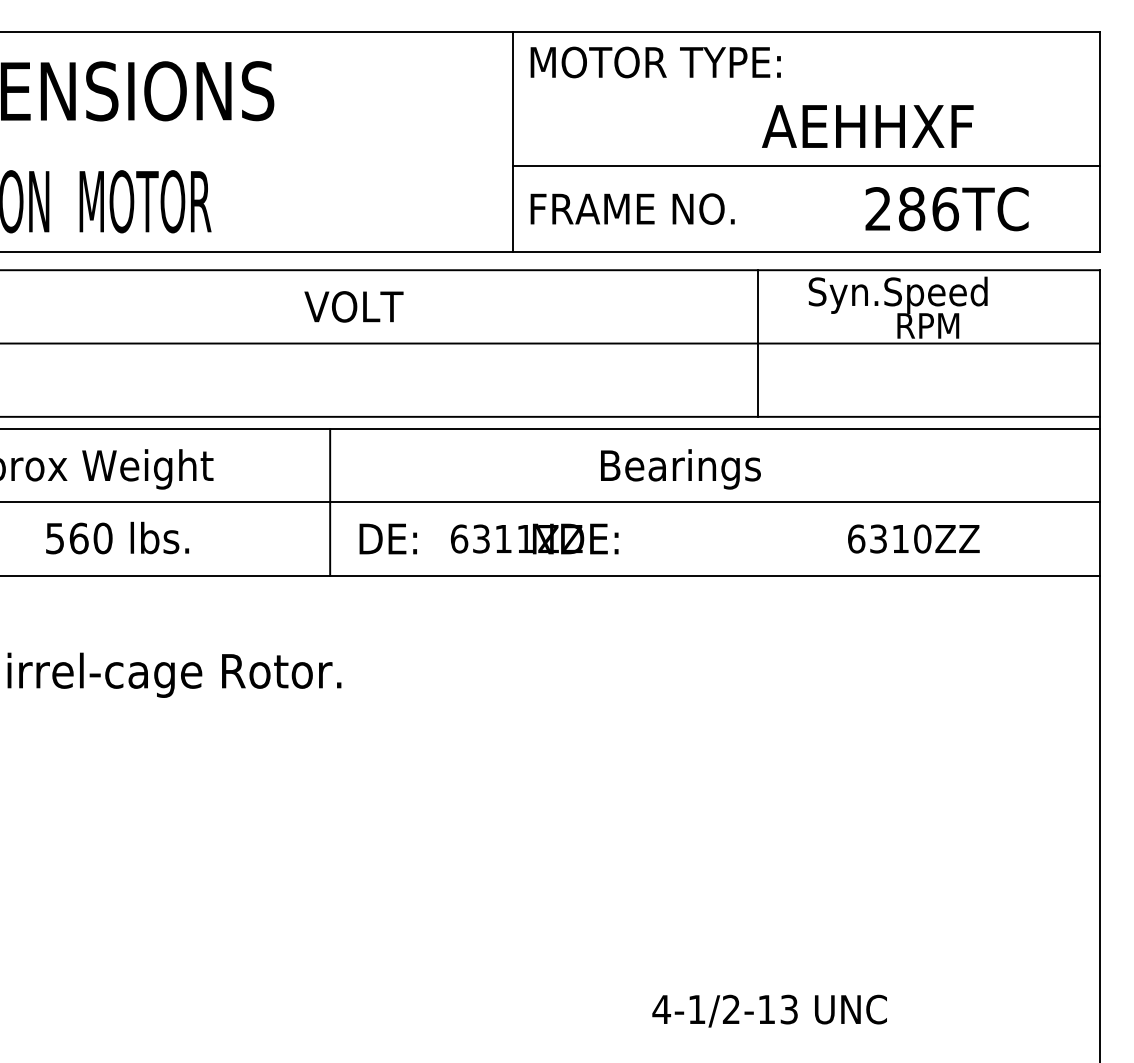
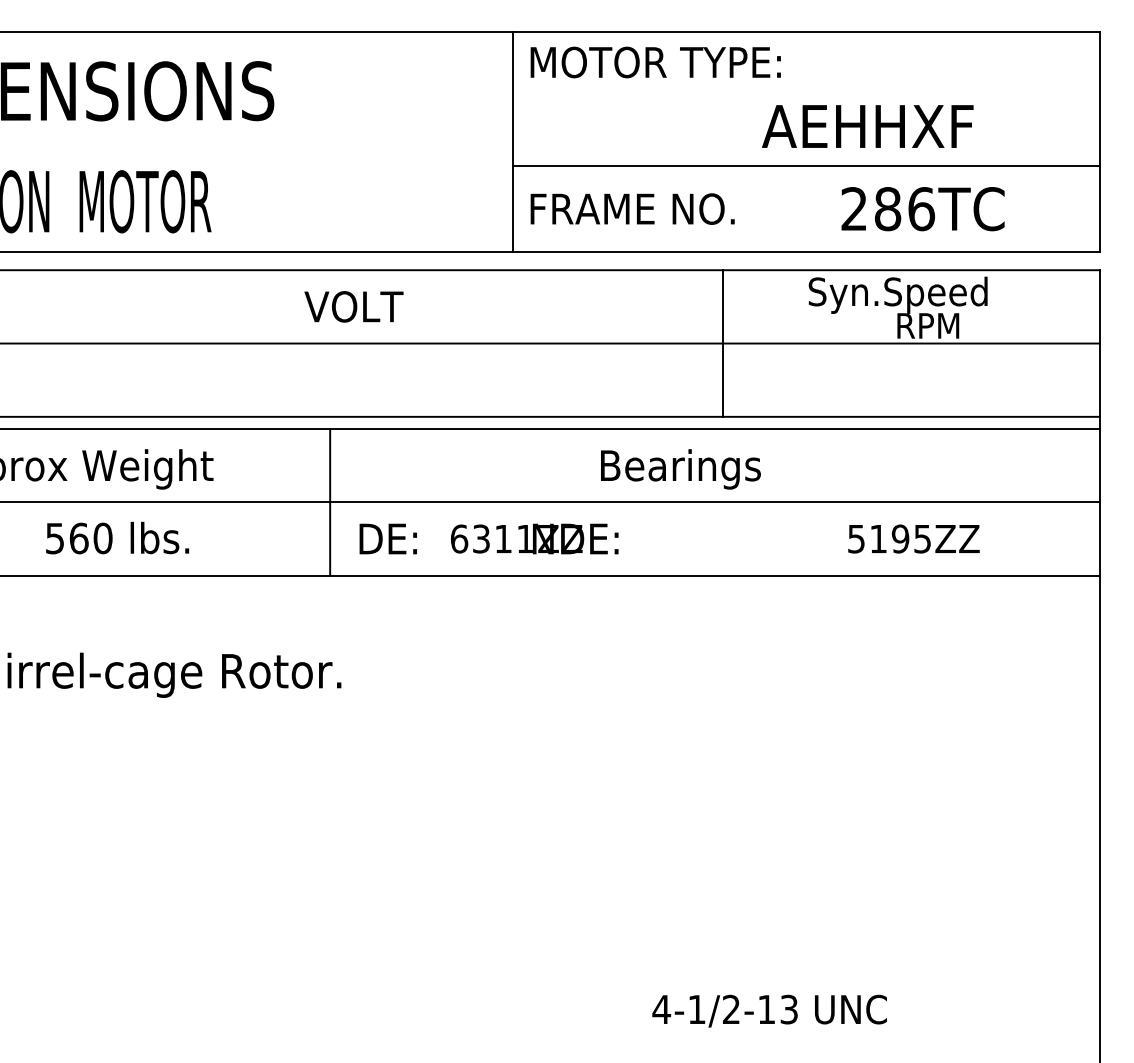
text at (946, 209) position: (946, 209) -> (922, 209)
line at (757, 343) position: (757, 343) -> (722, 343)
text at (889, 538): 6310ZZ -> 5195ZZ
